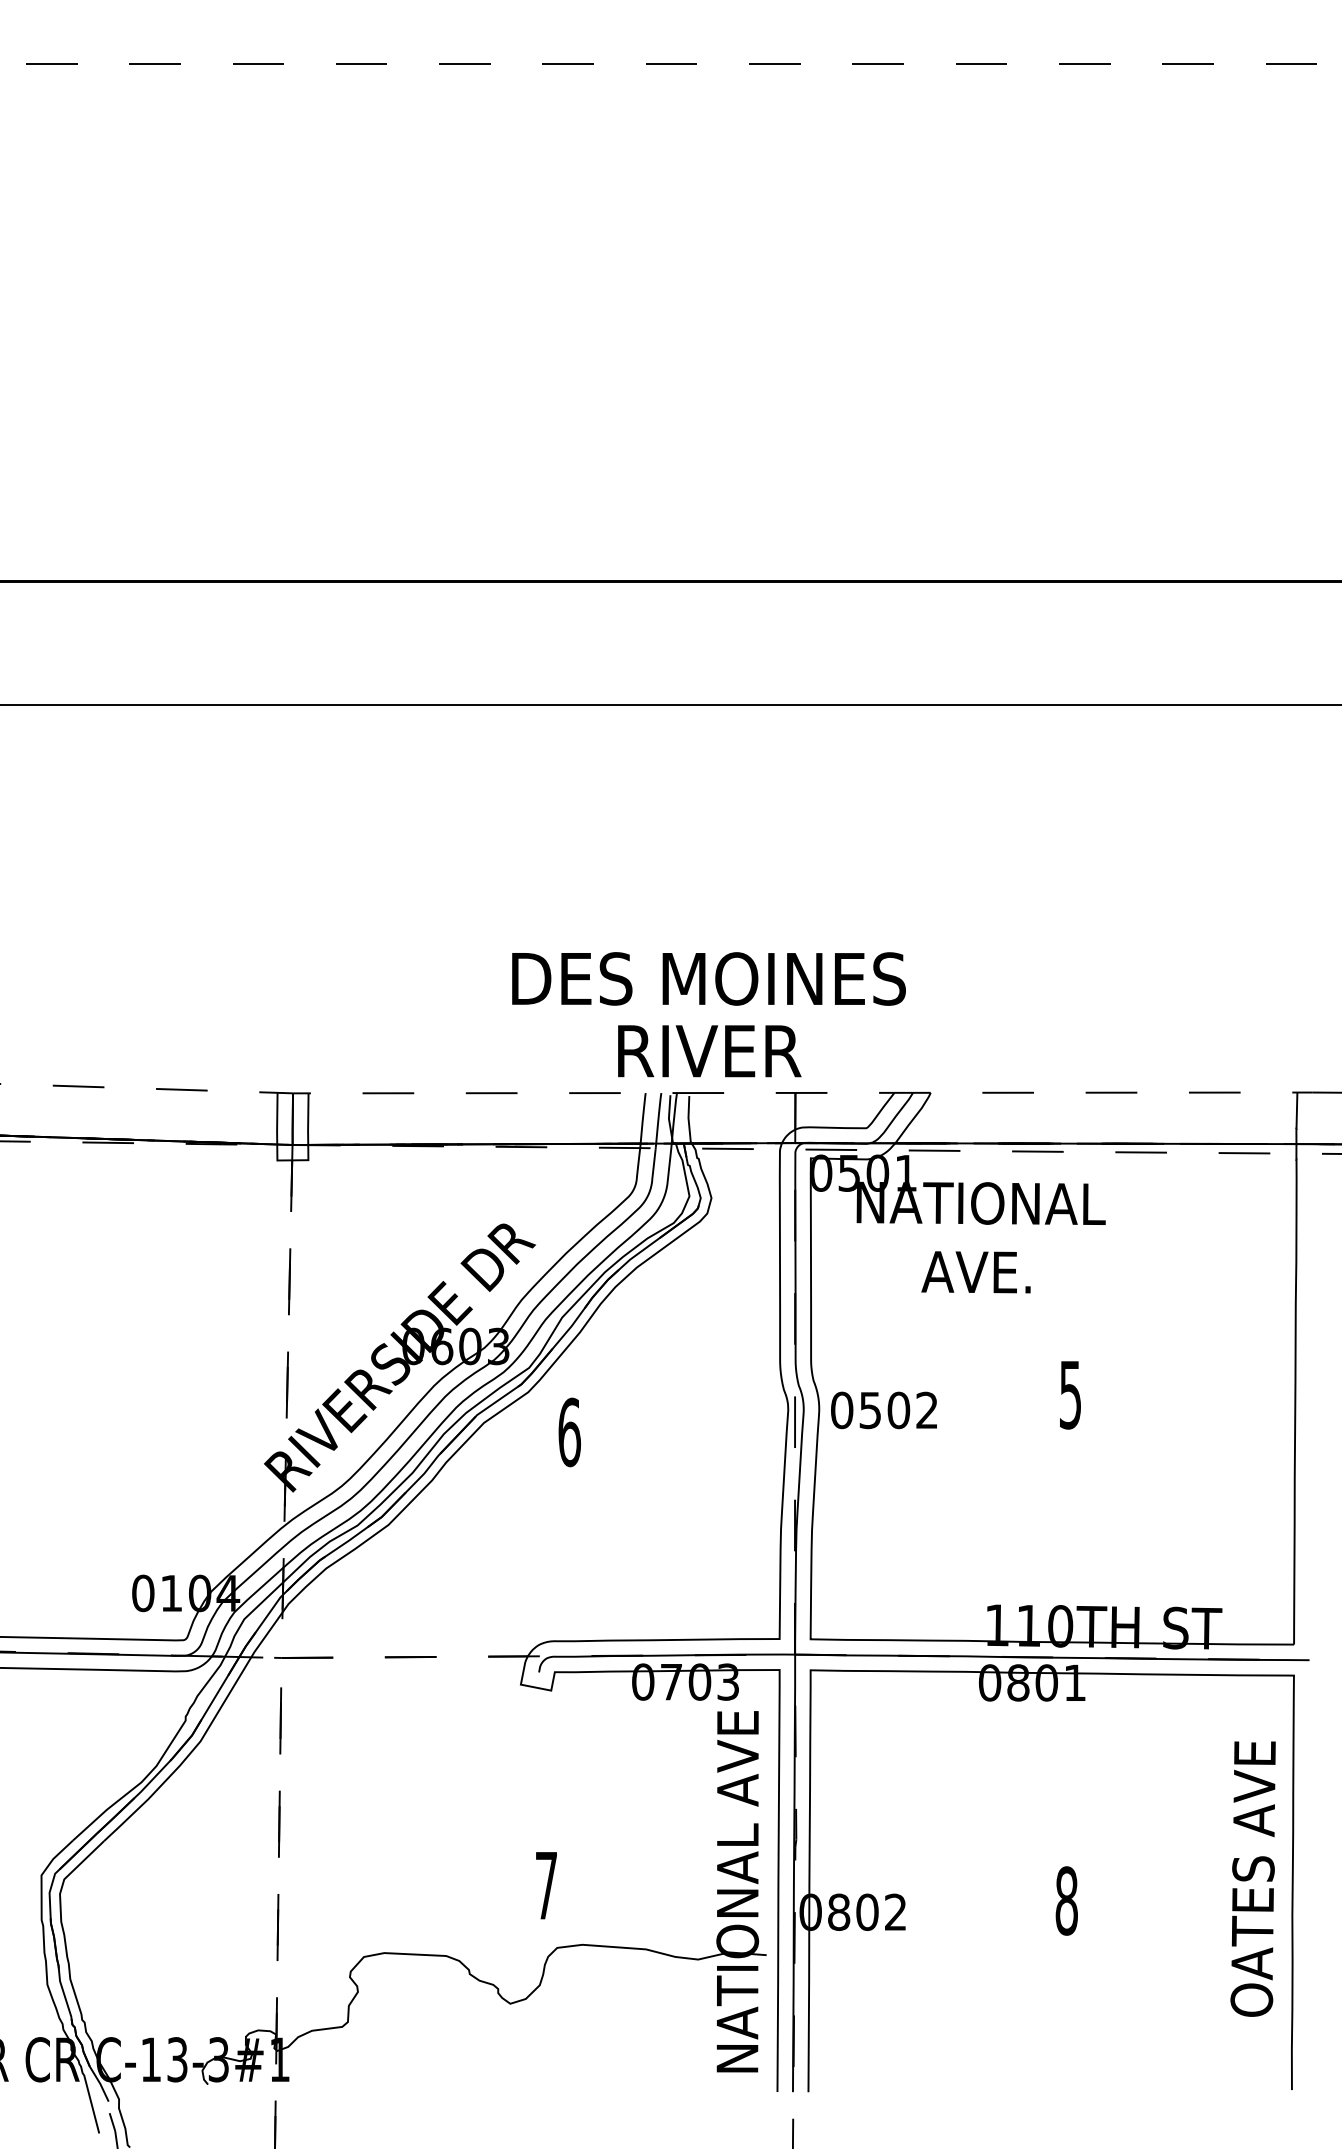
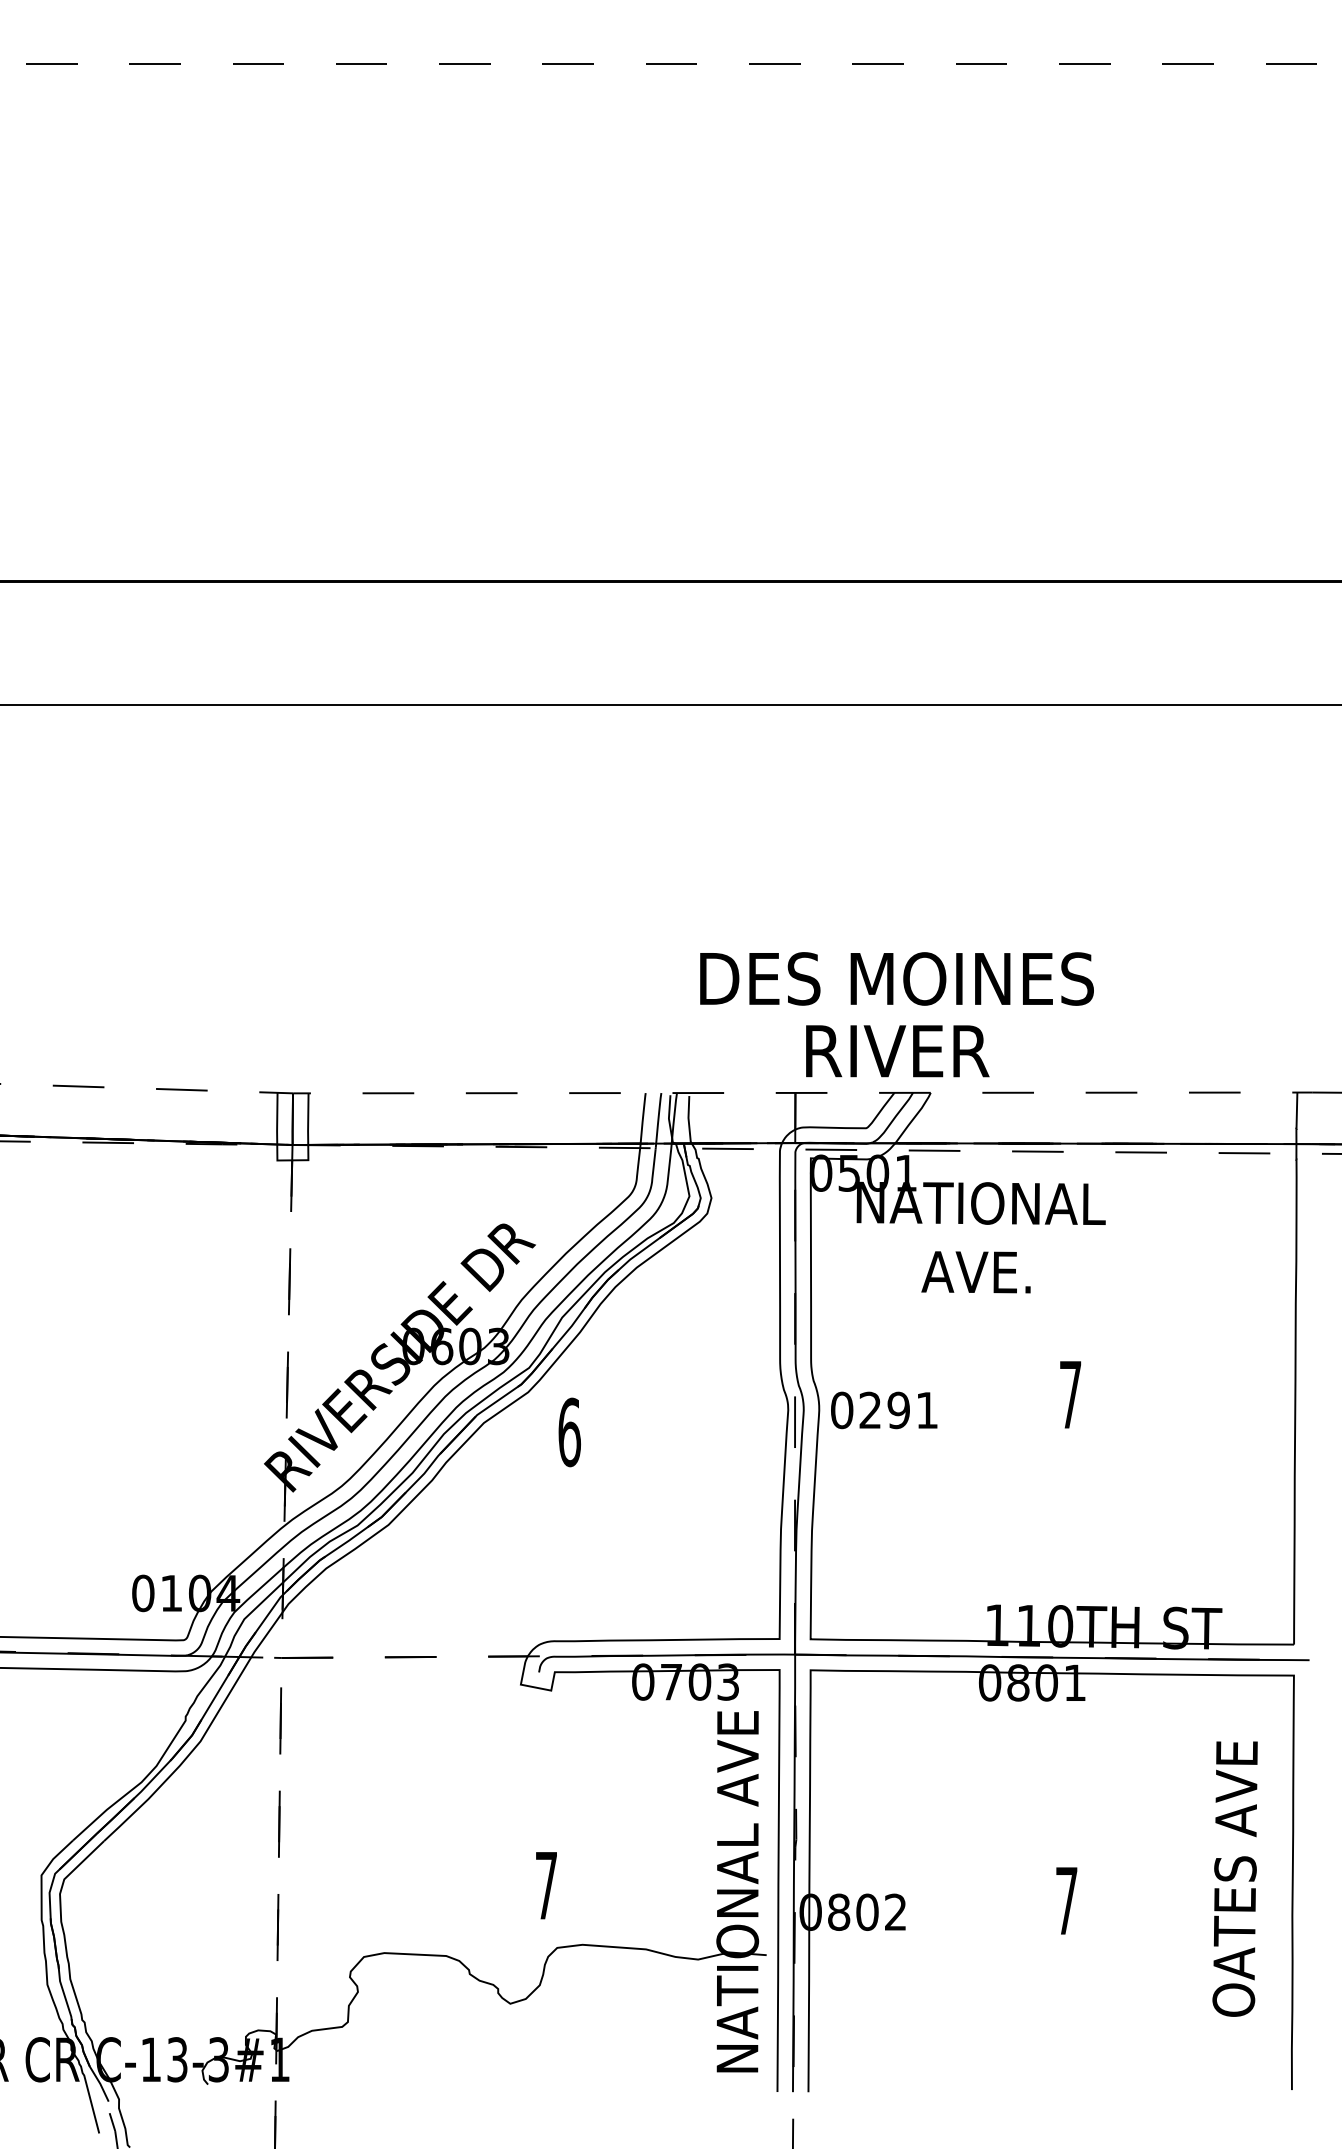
text at (708, 1014) position: (708, 1014) -> (896, 1014)
text at (1070, 1395): 5 -> 7
text at (898, 1410): 0502 -> 0291
text at (1252, 1878) position: (1252, 1878) -> (1234, 1878)
text at (1066, 1900): 8 -> 7
